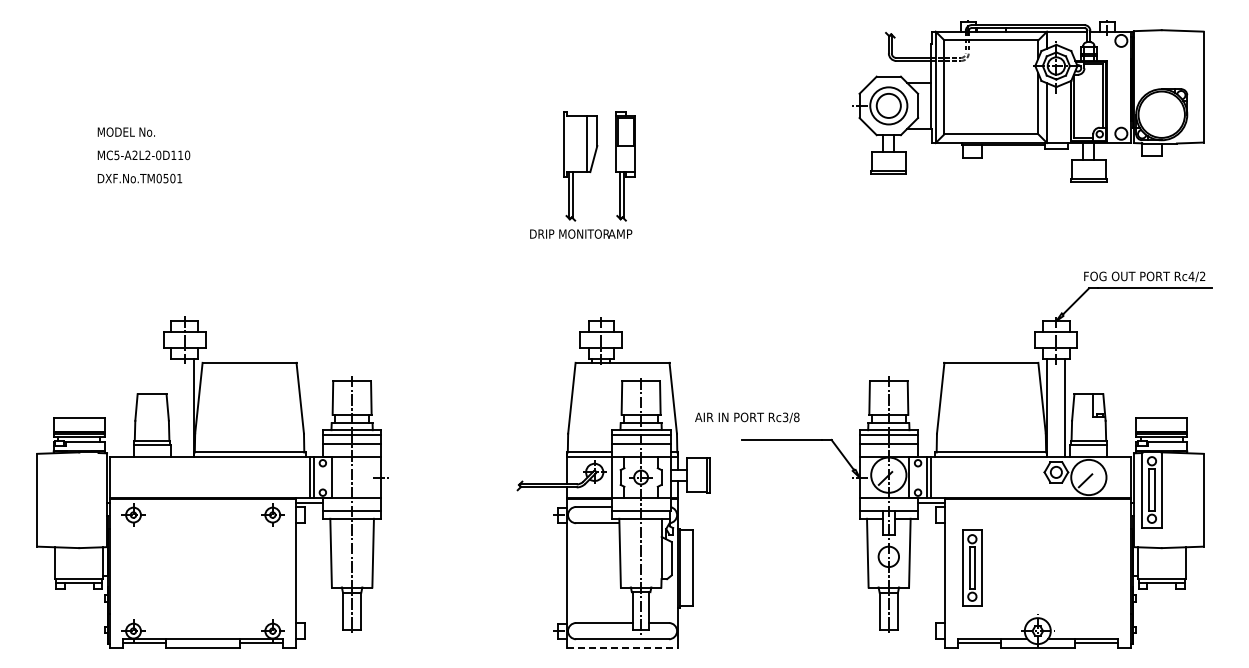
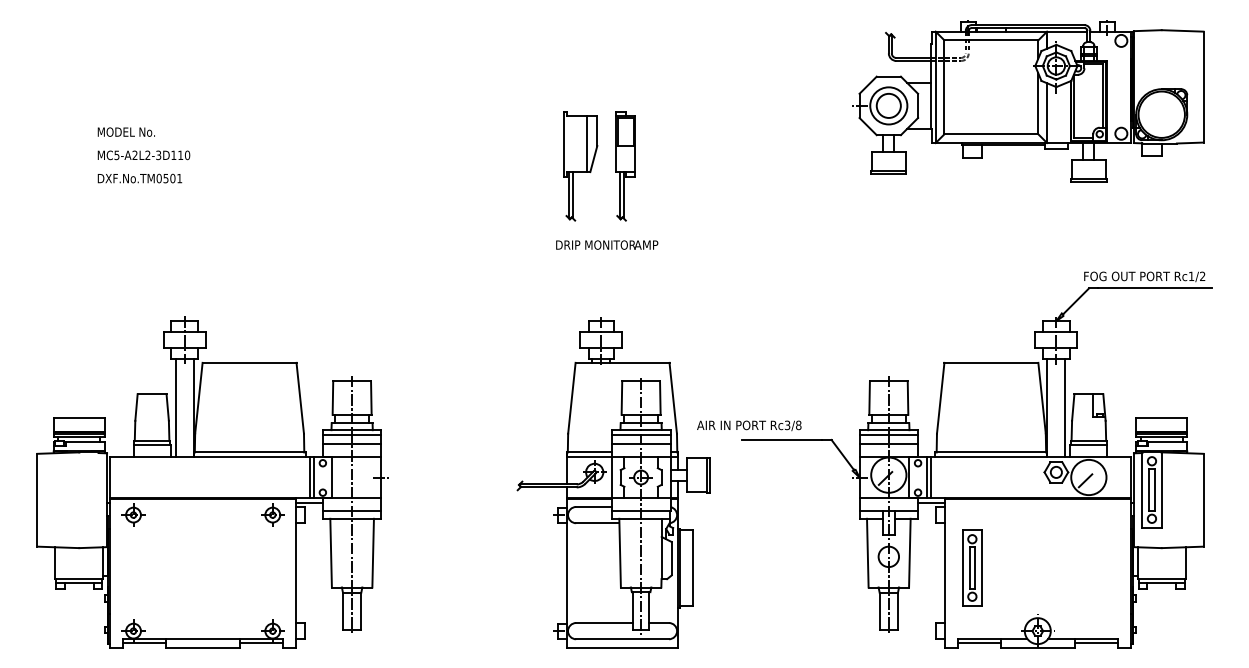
text at (158, 155): MC5-A2L2-0D110 -> MC5-A2L2-3D110
text at (581, 233) position: (581, 233) -> (607, 244)
text at (1191, 275): Rc4/2 -> Rc1/2
line at (175, 407): none -> present
text at (747, 417) position: (747, 417) -> (749, 425)
line at (622, 647): dashed -> solid
